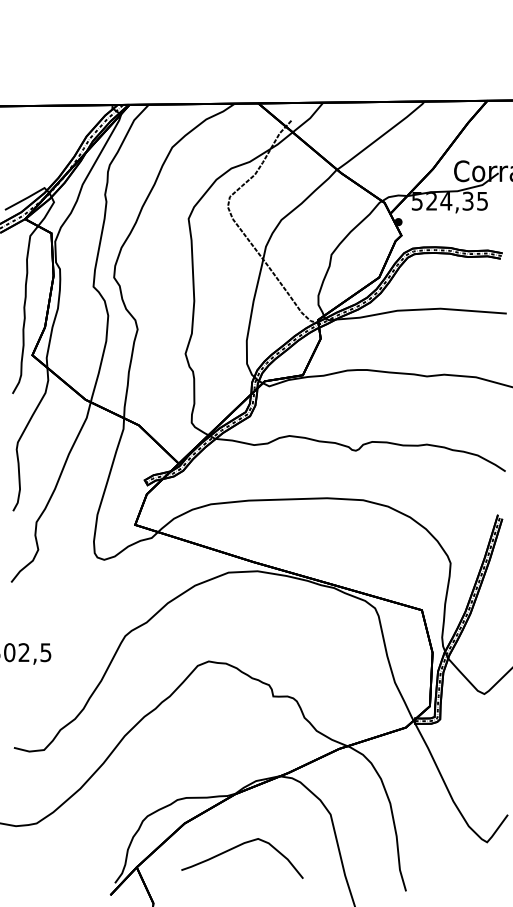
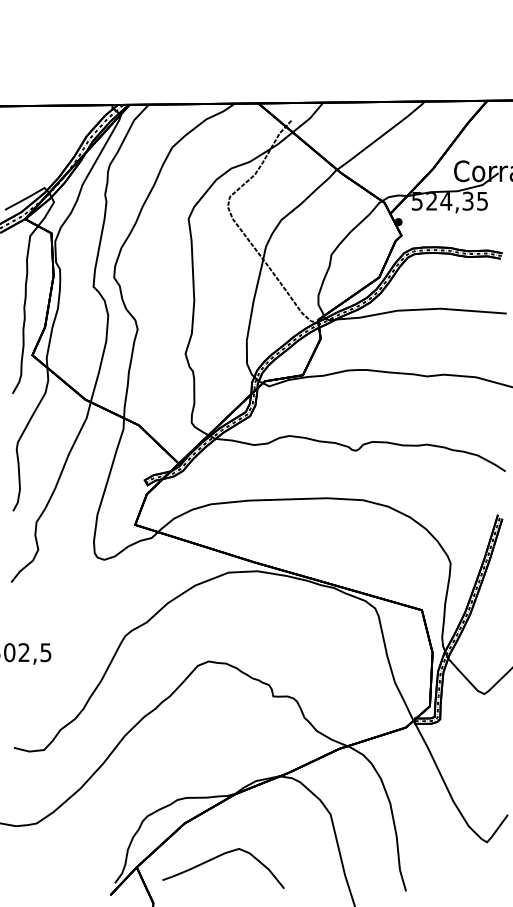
curve at (237, 847) position: (237, 847) -> (218, 857)
